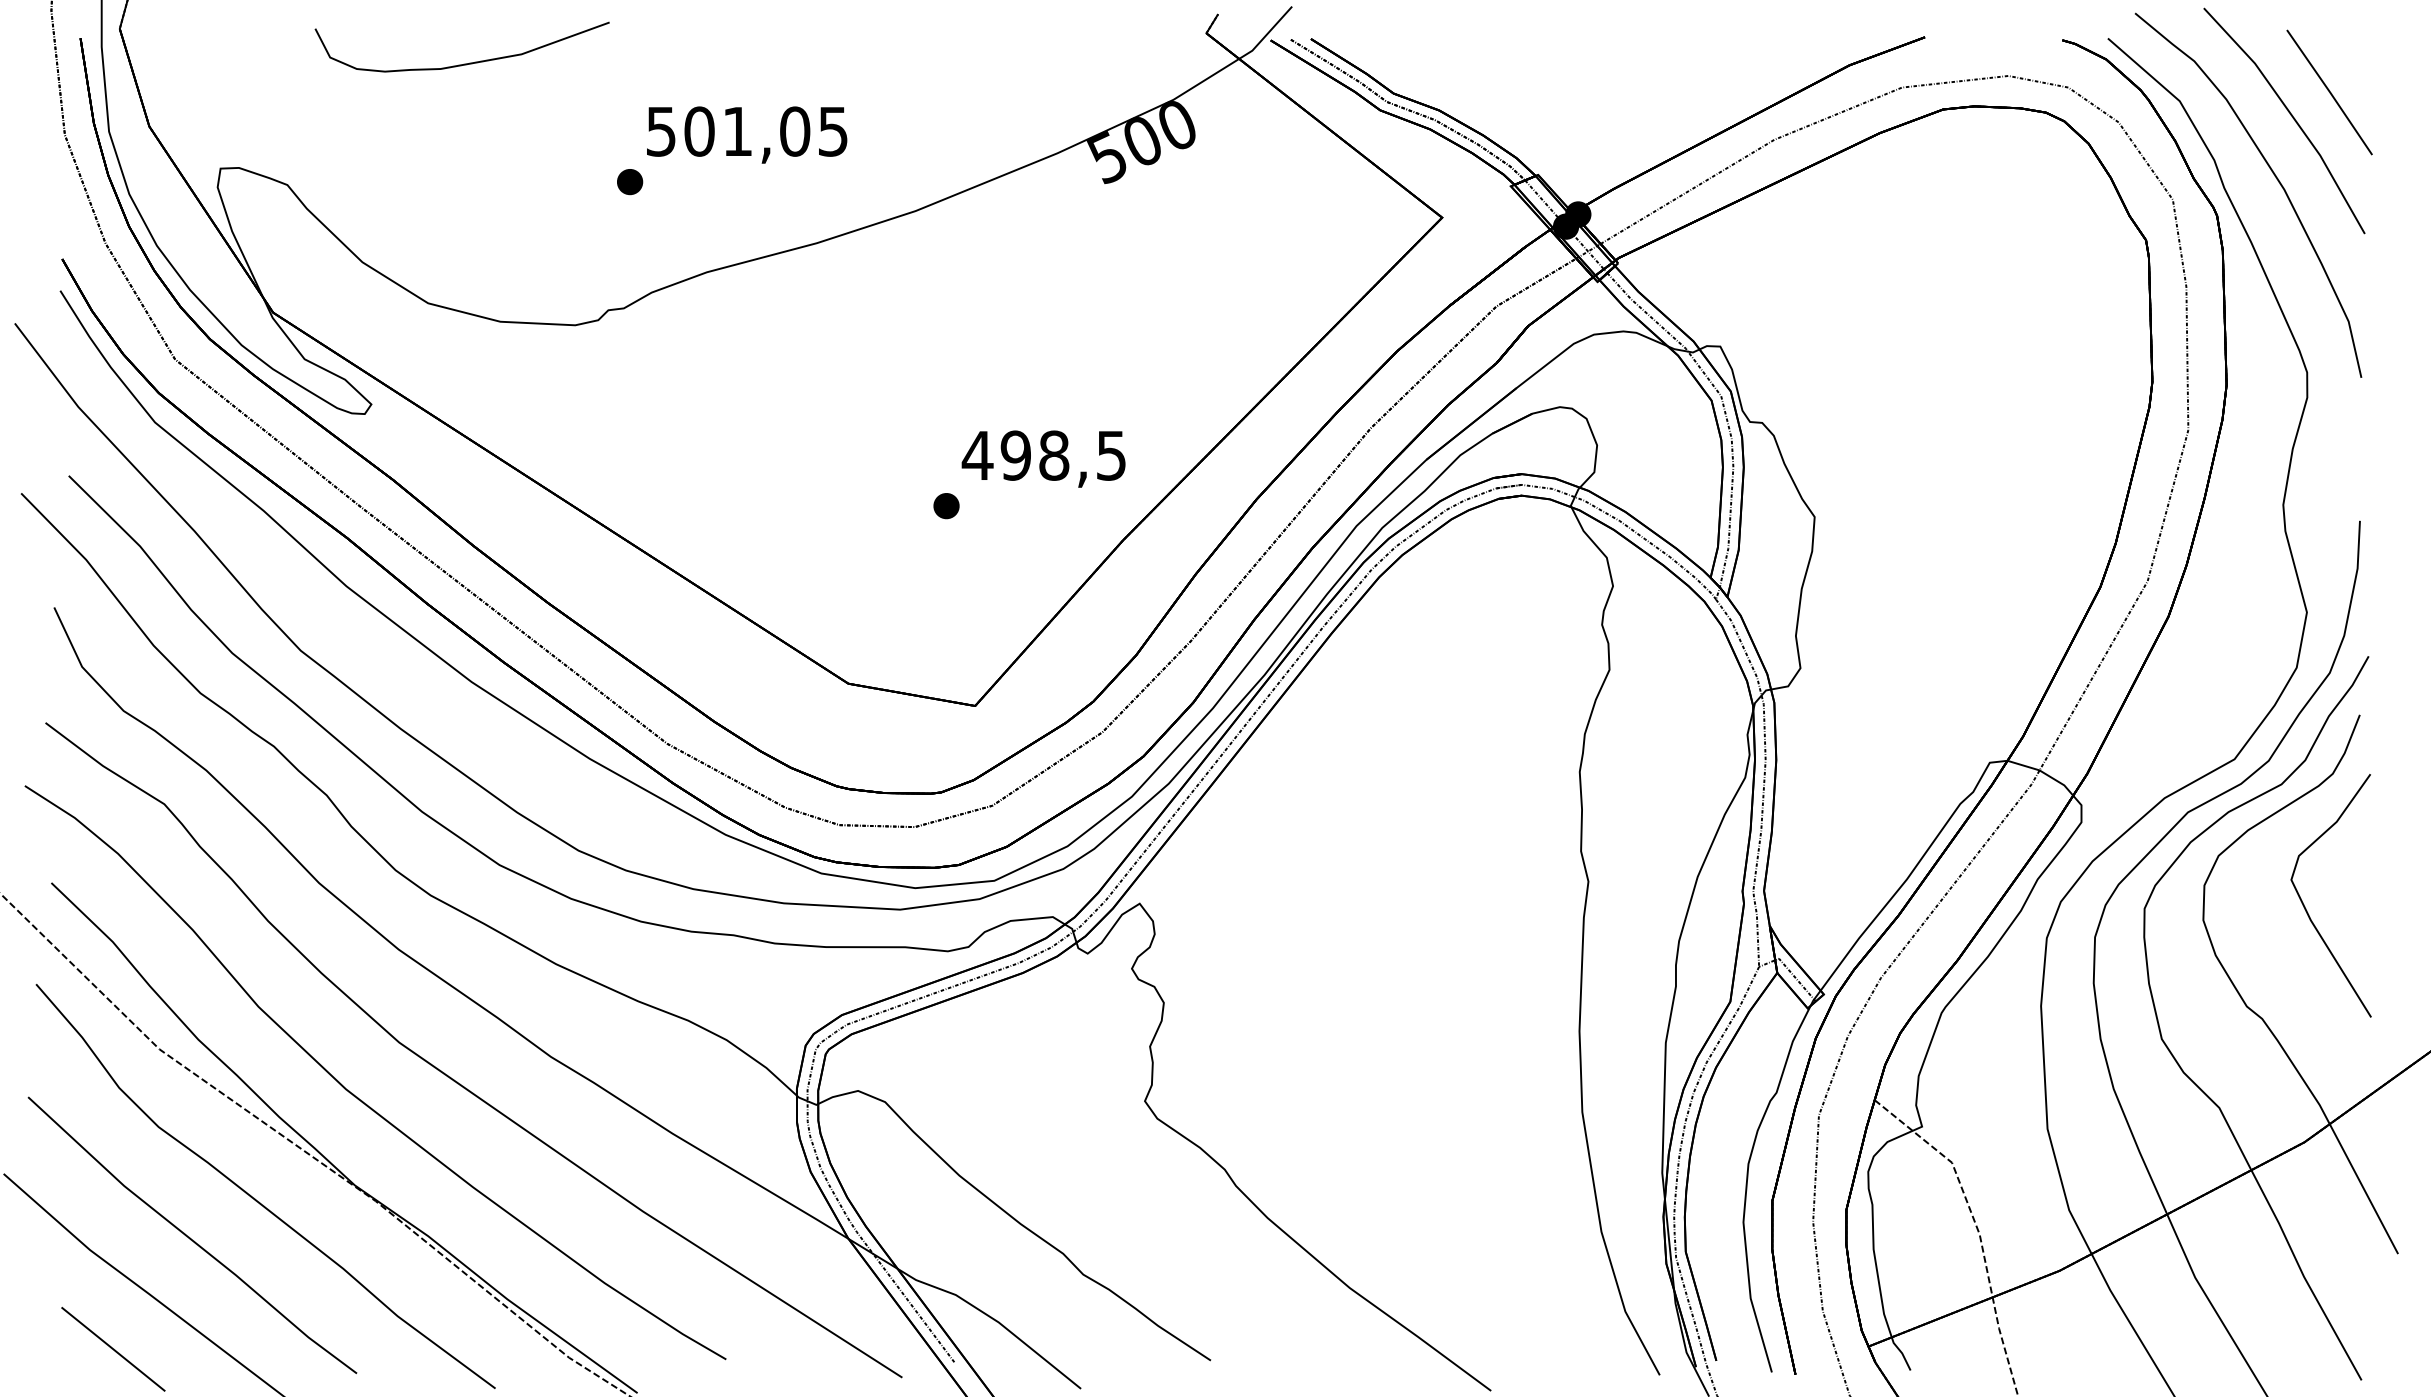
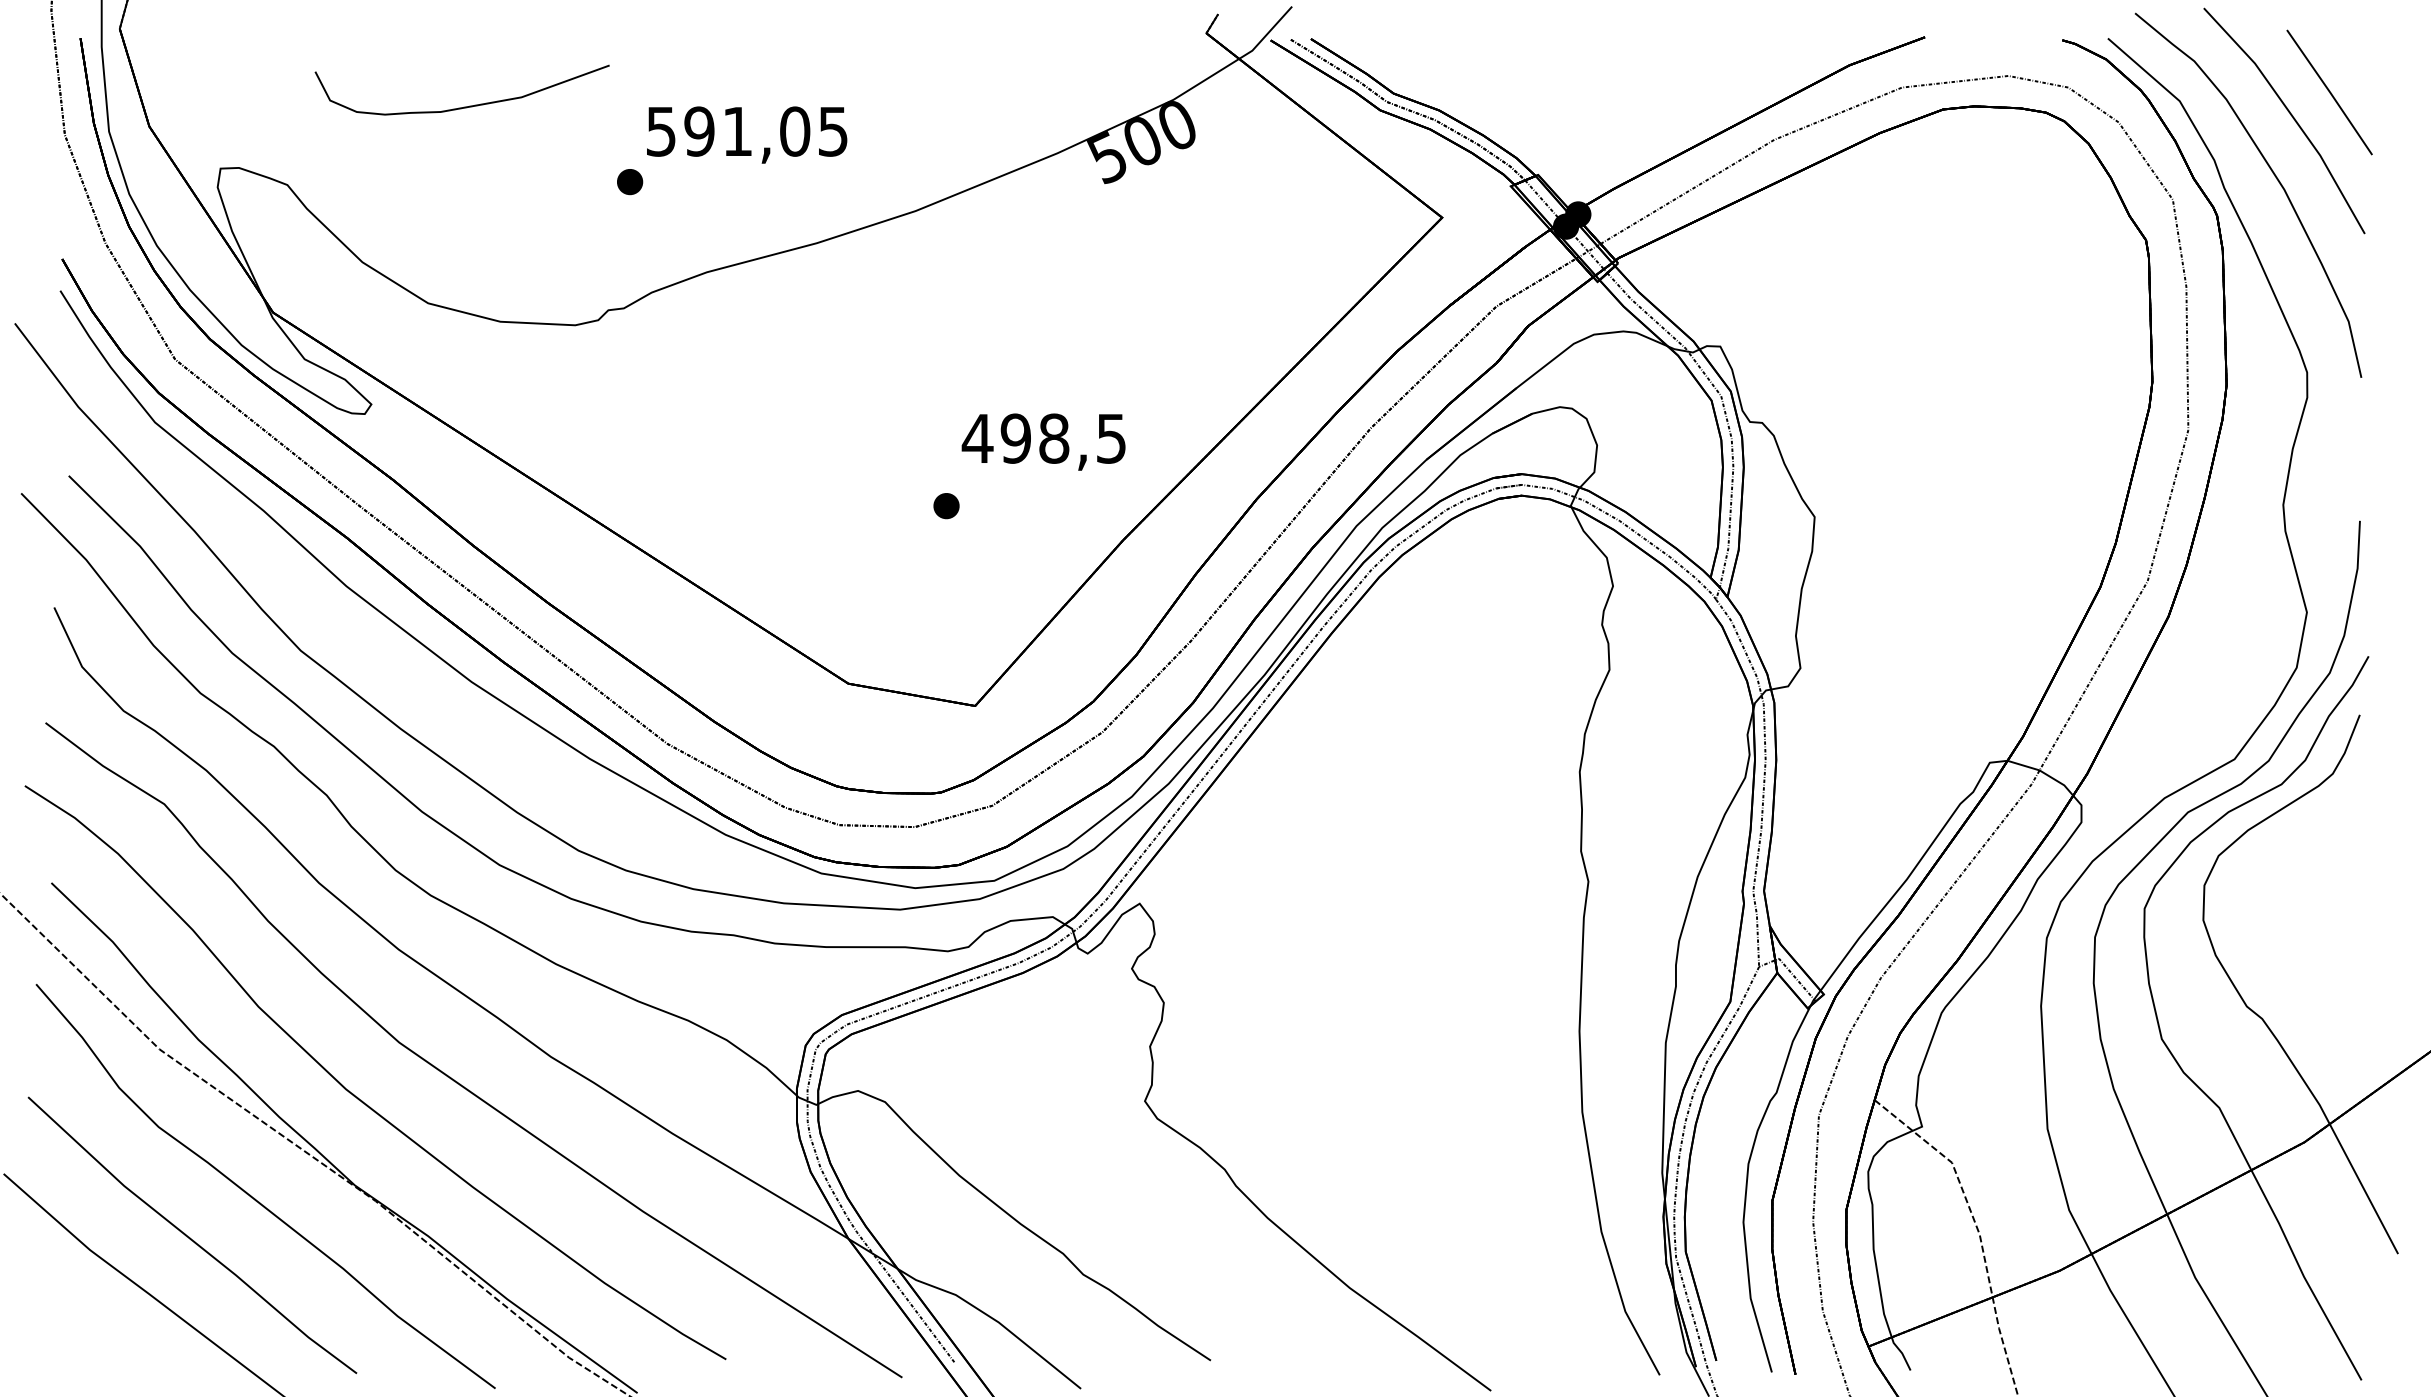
curve at (464, 63) position: (464, 63) -> (464, 106)
text at (699, 131): 501,05 -> 591,05
text at (1043, 458) position: (1043, 458) -> (1043, 441)
part at (2306, 908): present -> none
line at (113, 1349): present -> none
